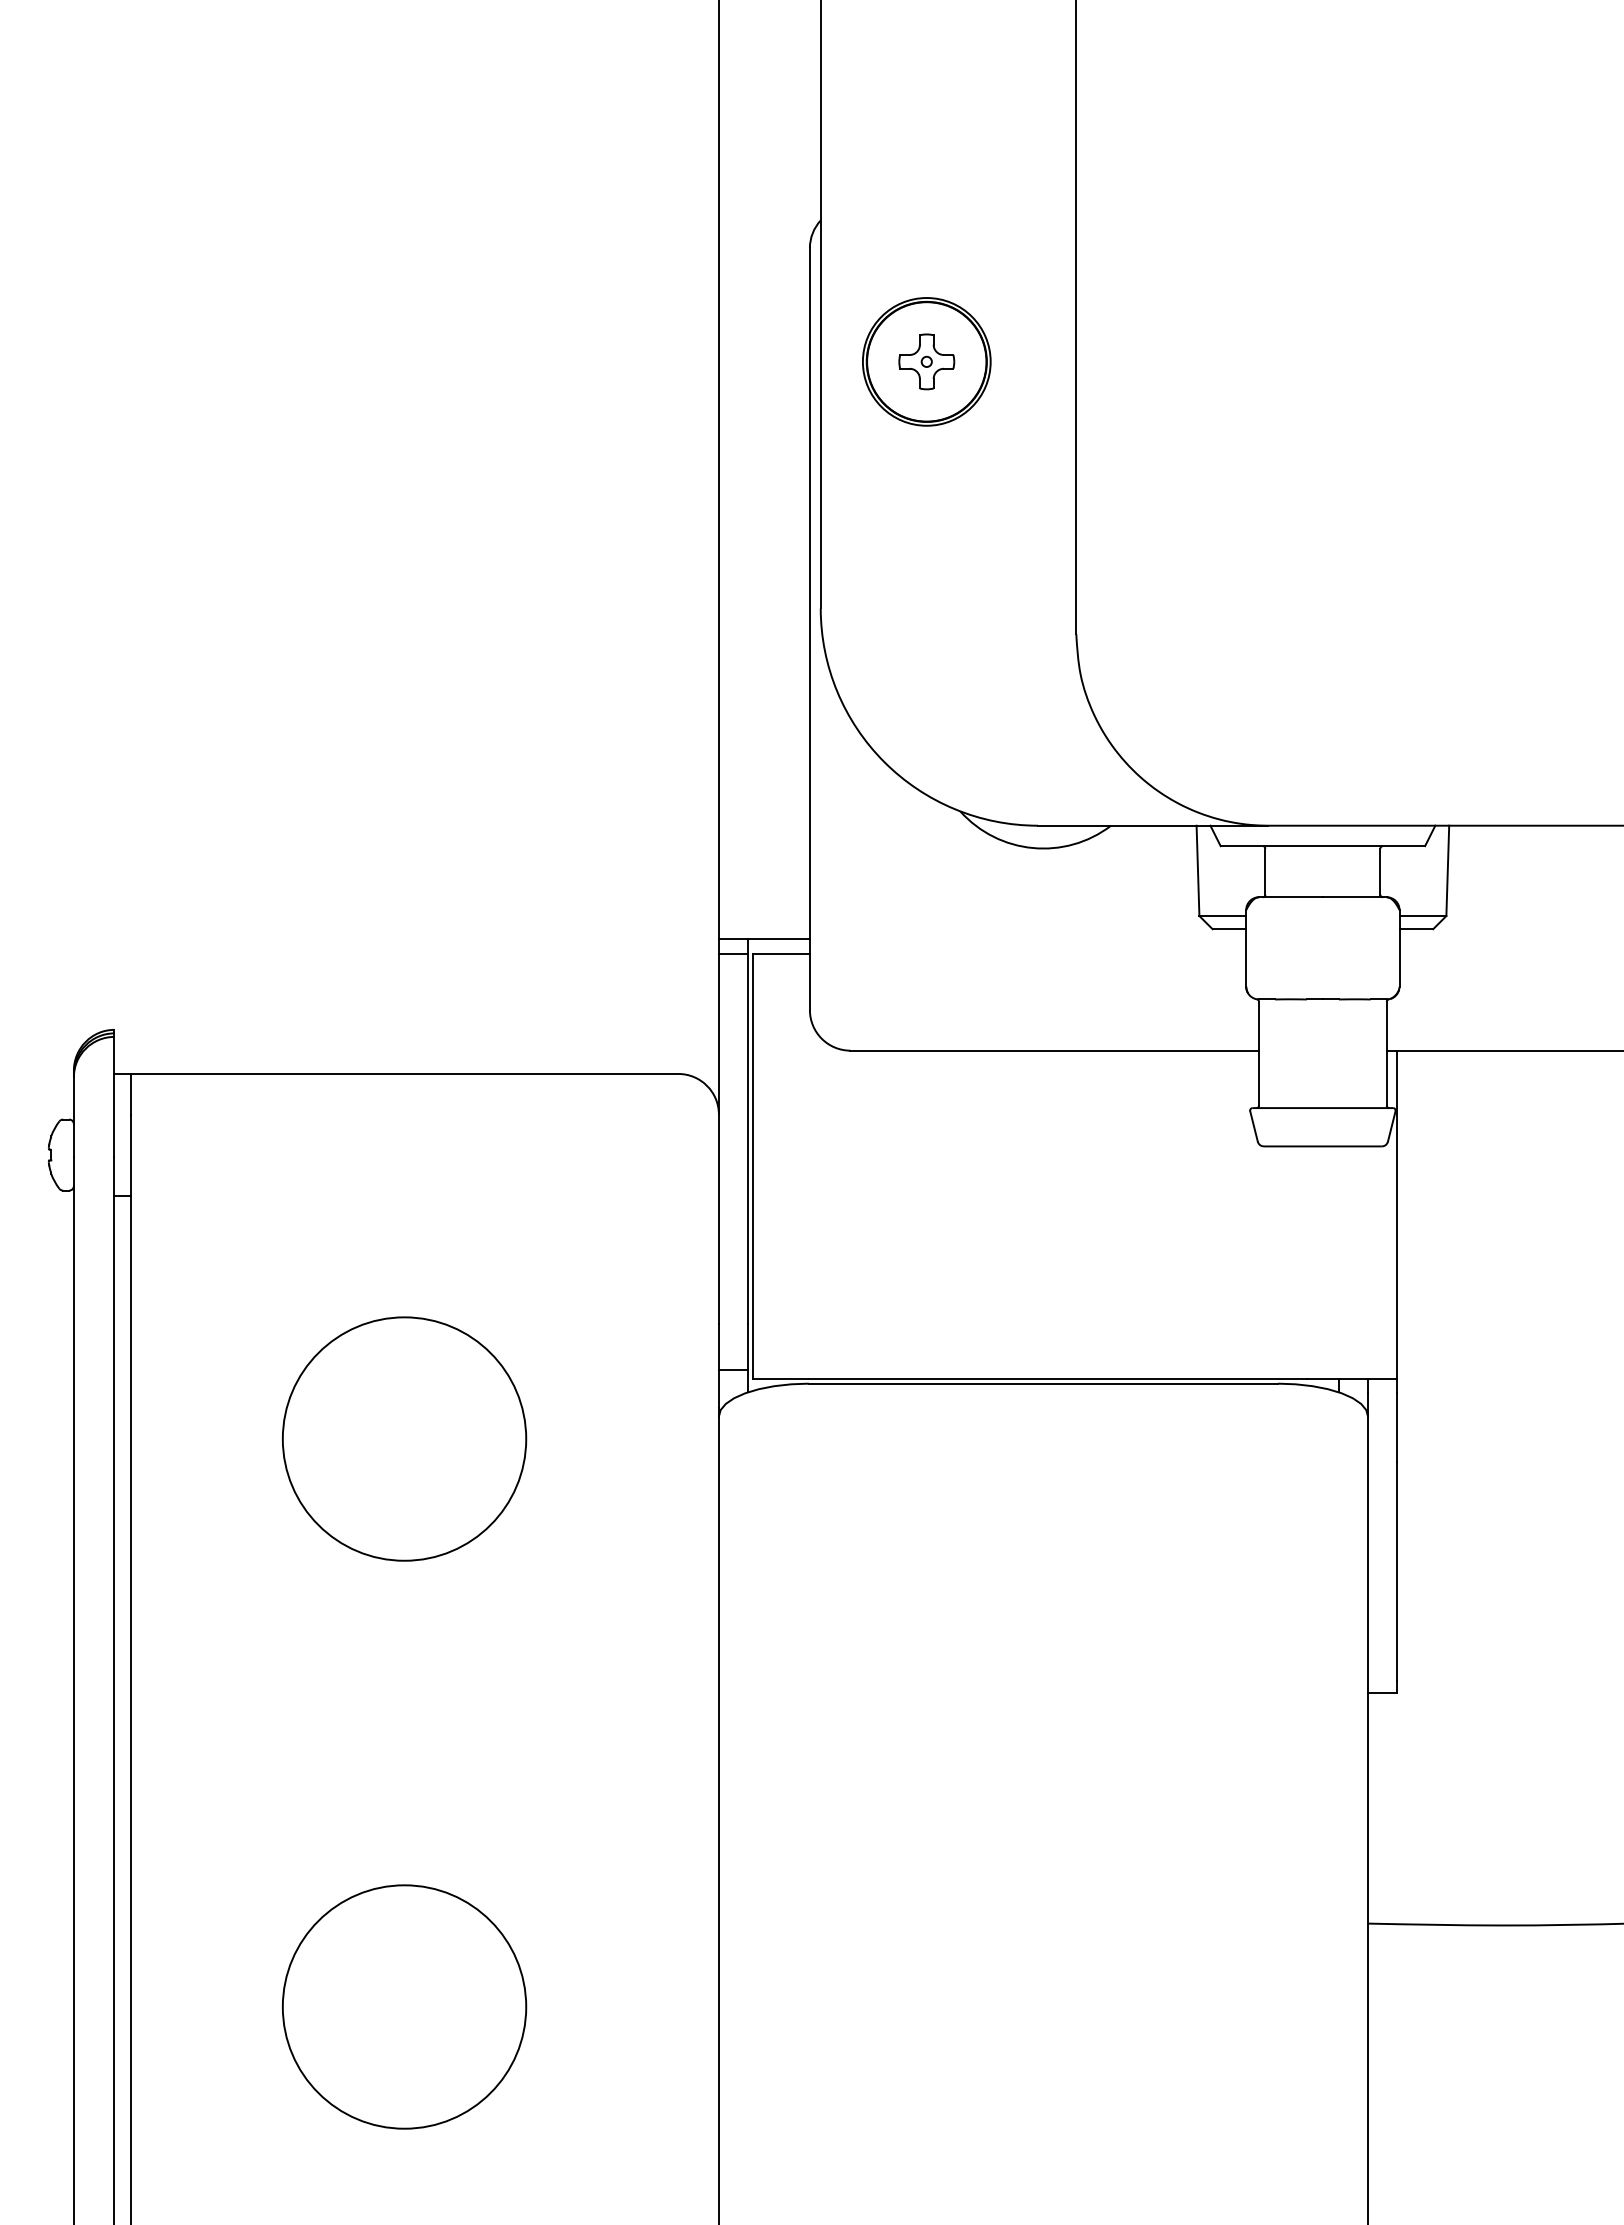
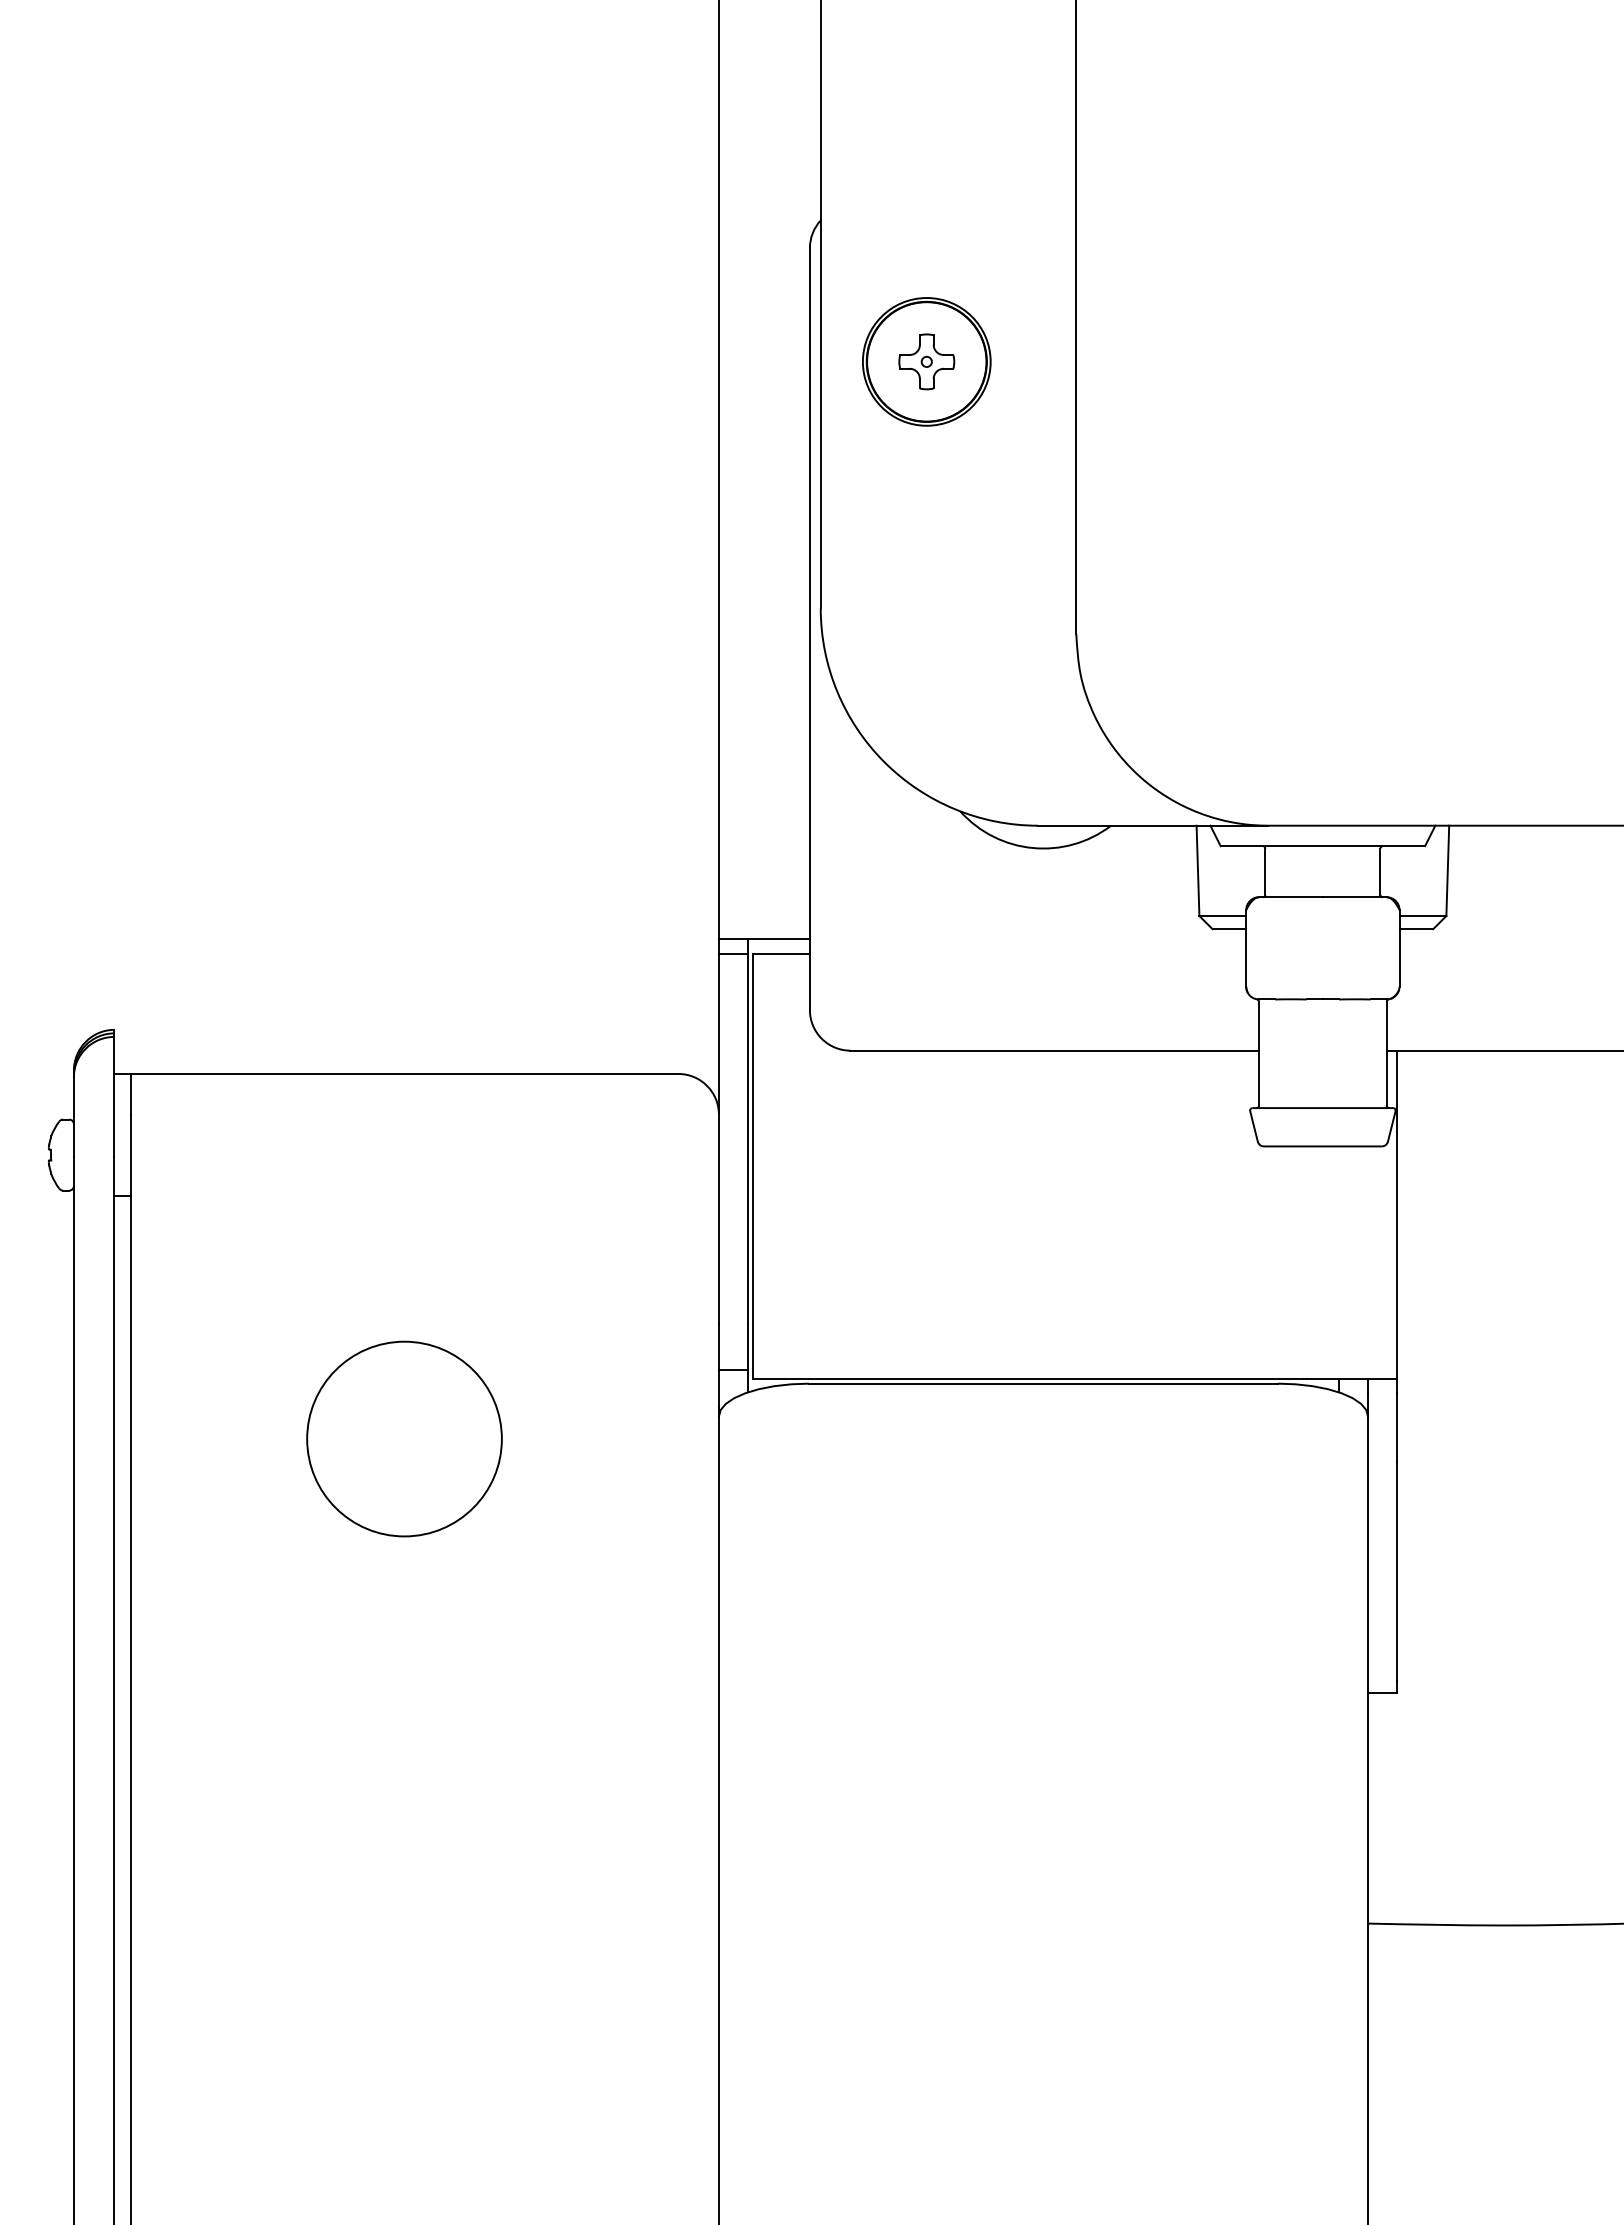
circle at (404, 1438) diameter: 243 px -> 195 px
circle at (404, 2006): present -> none
